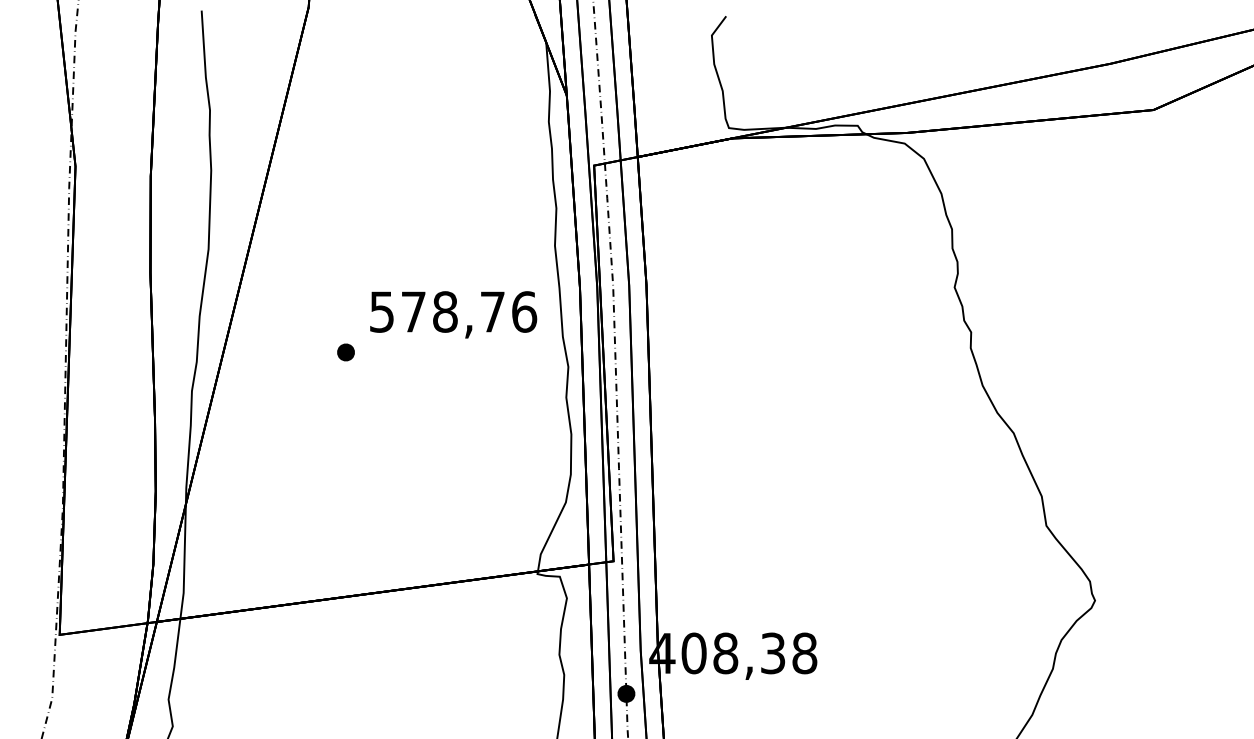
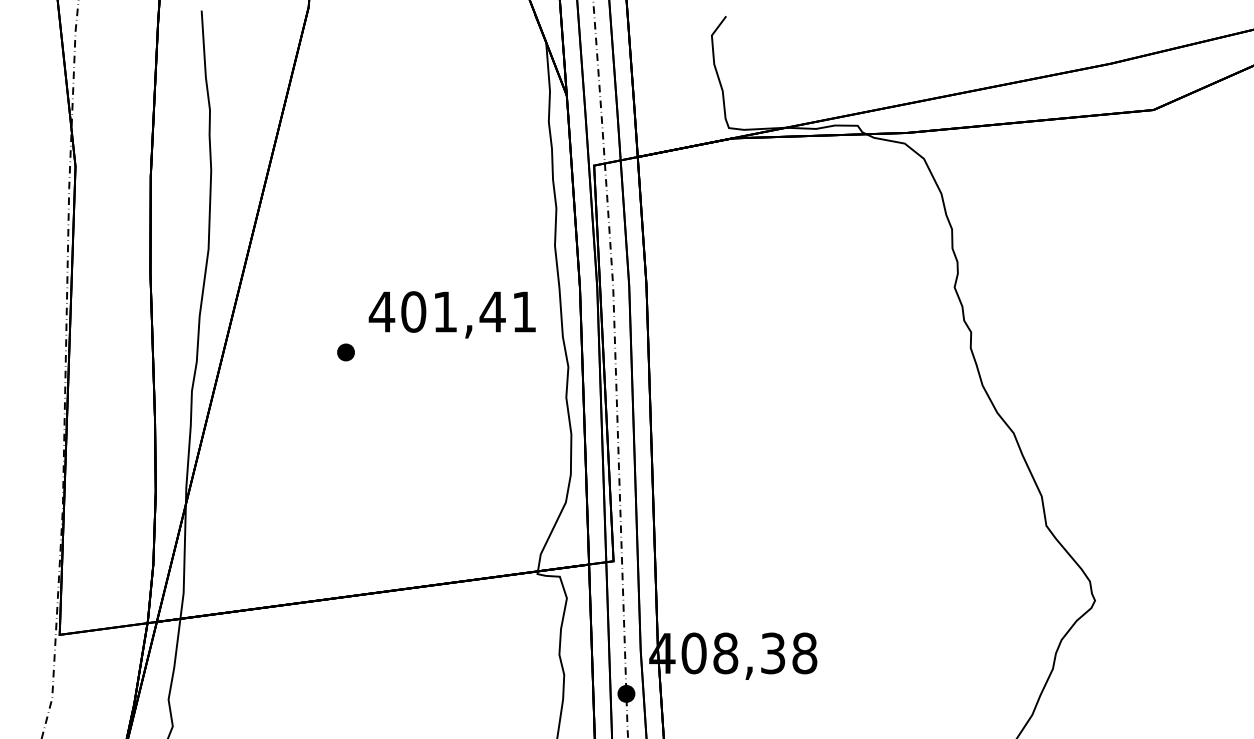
text at (452, 311): 578,76 -> 401,41
